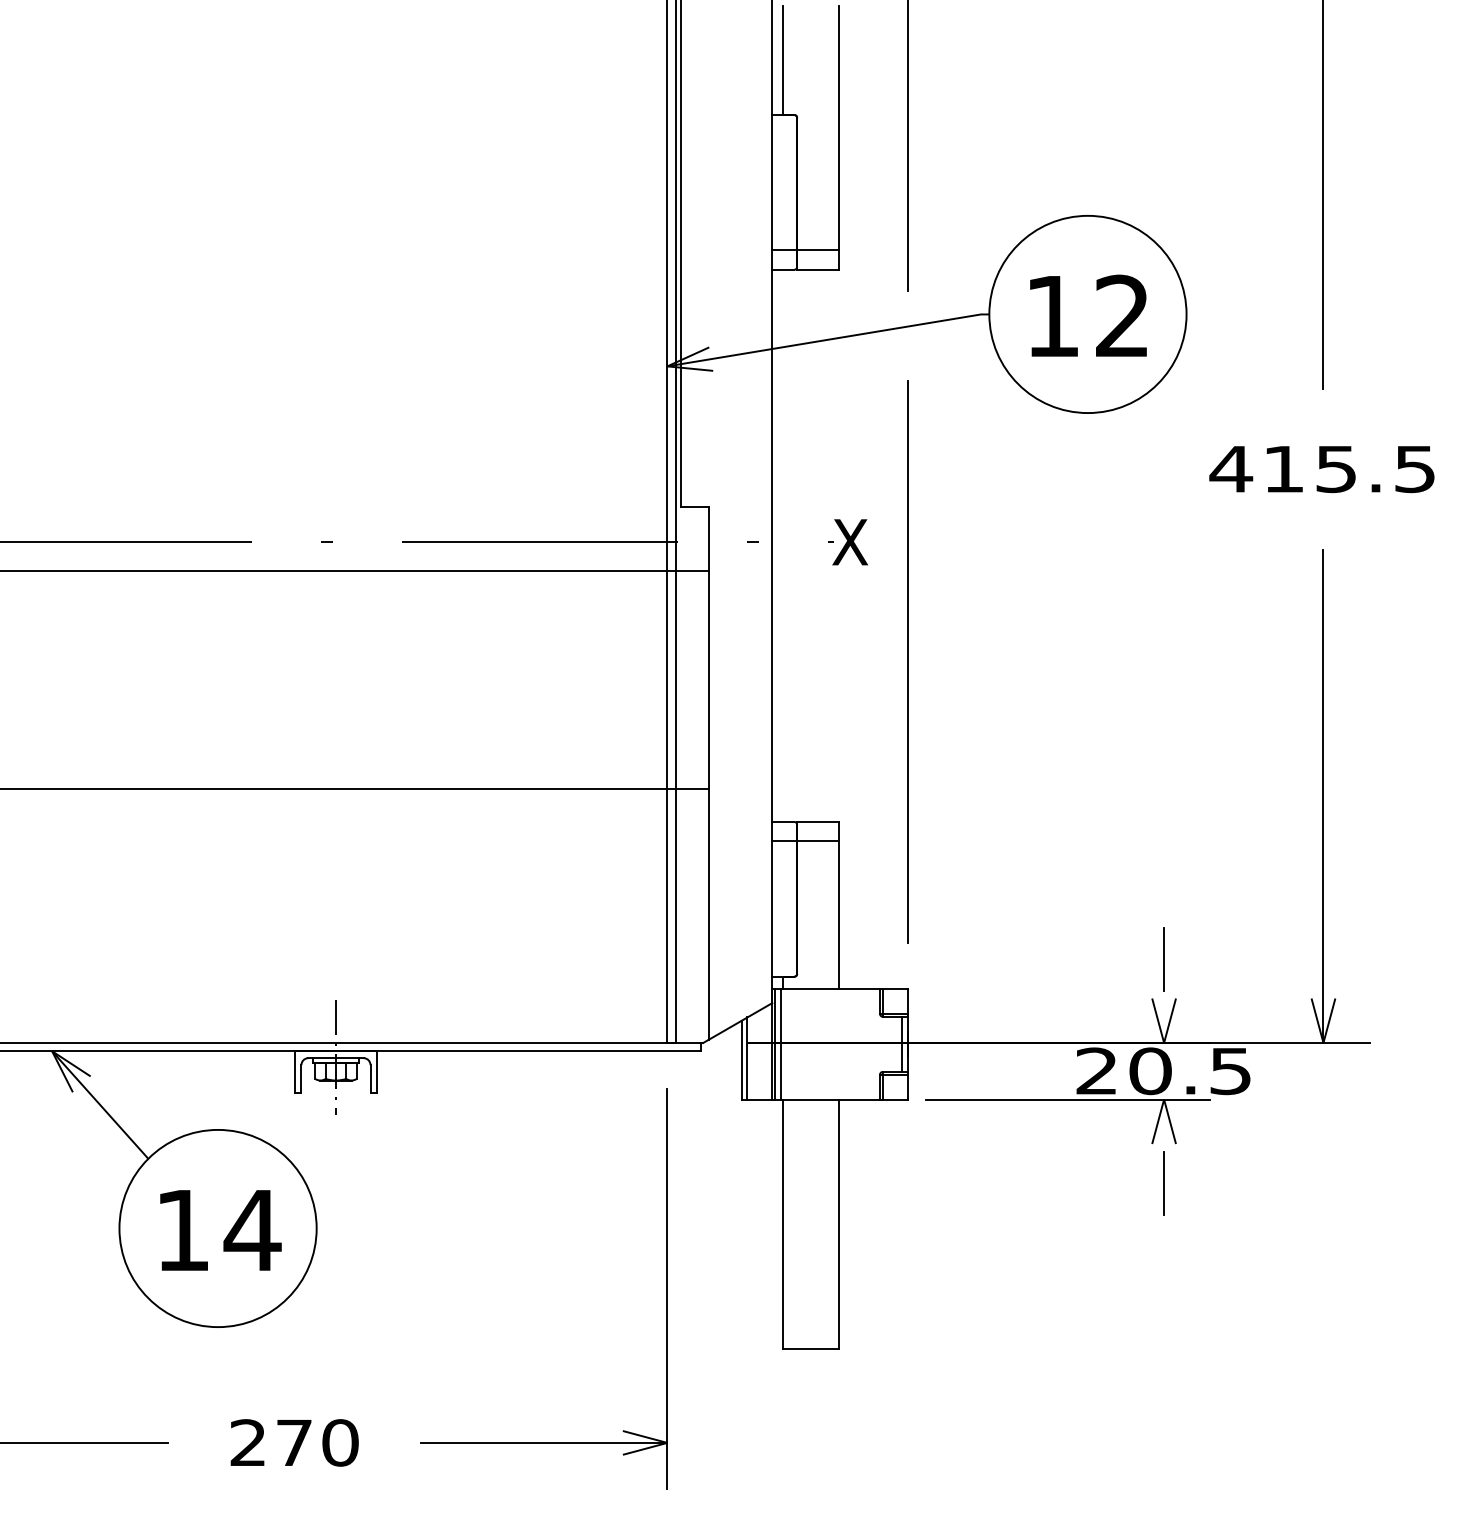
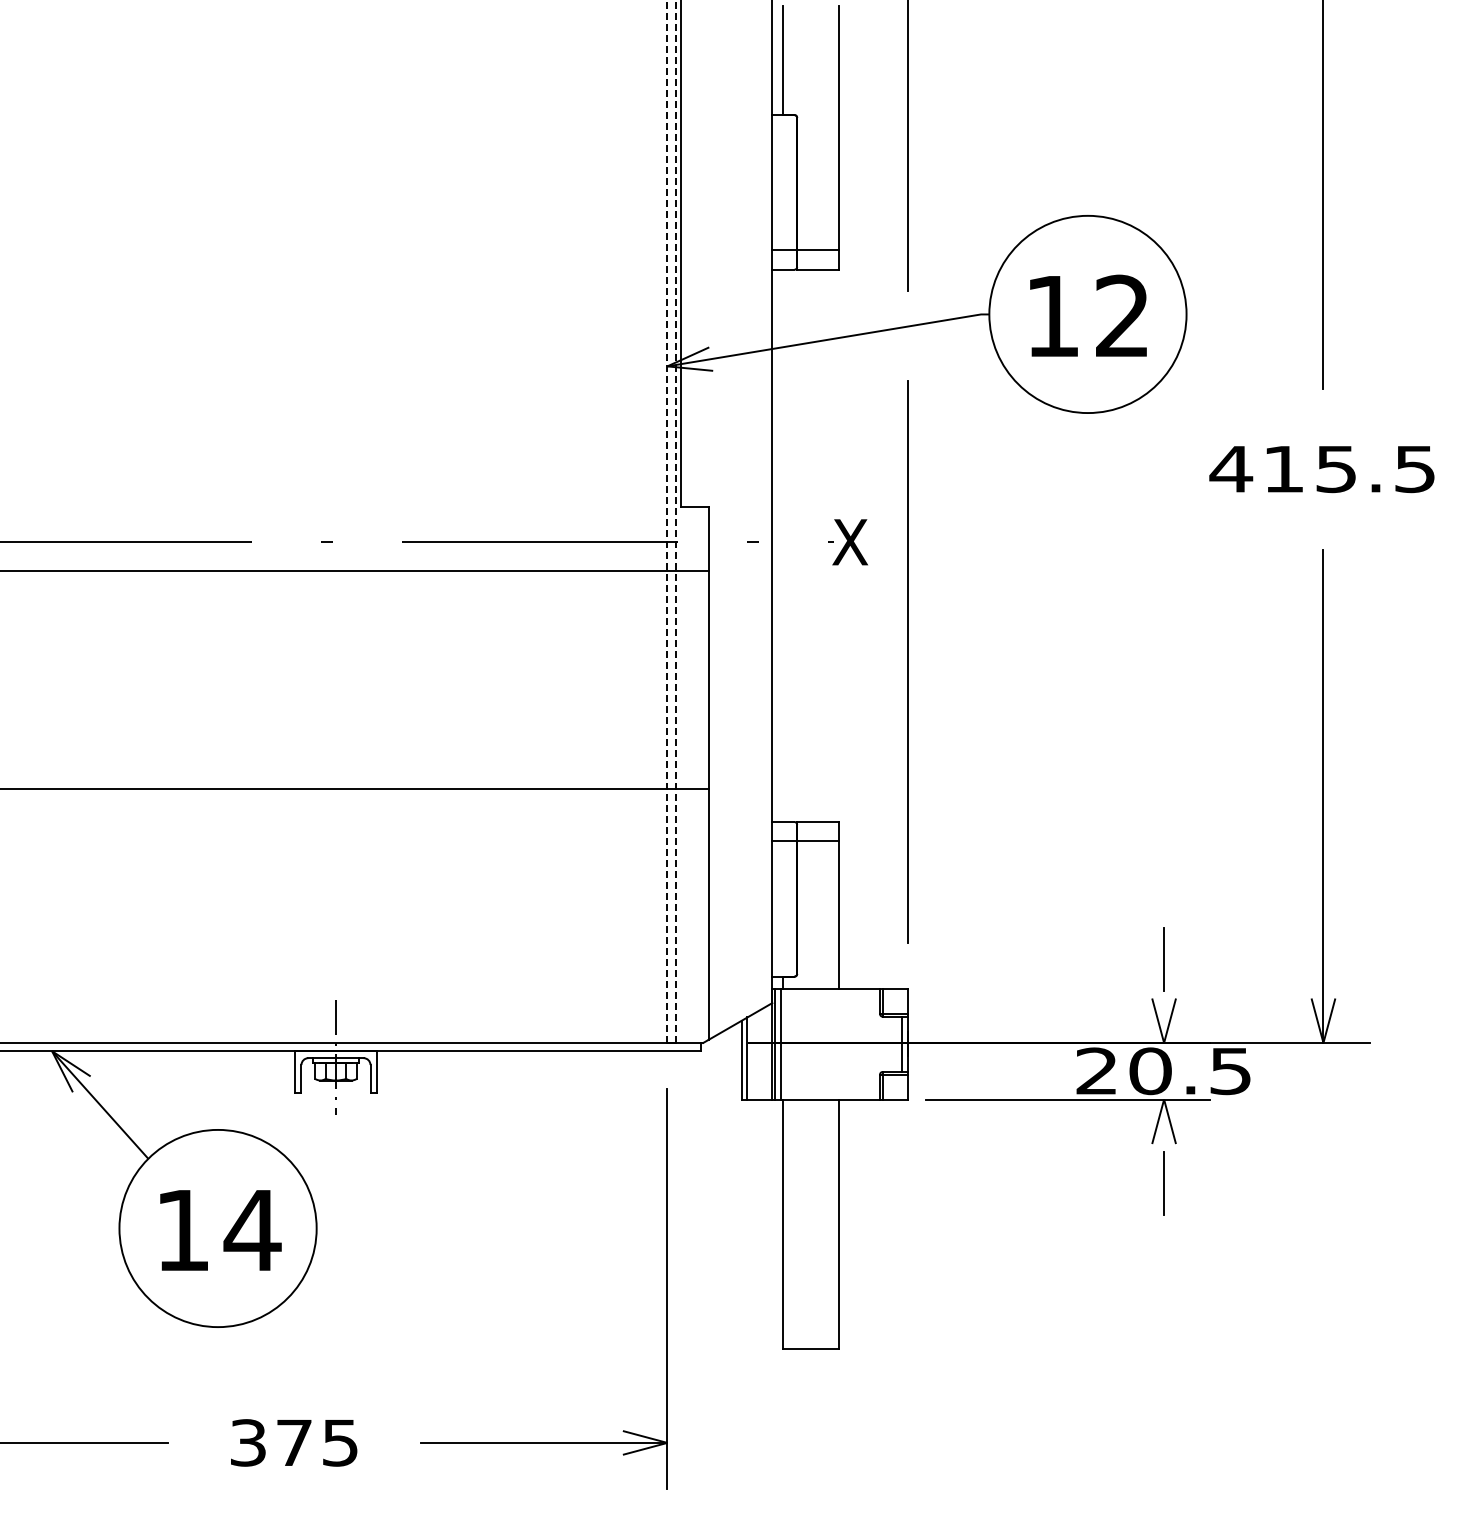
line at (667, 521): solid -> dashed
line at (675, 521): solid -> dashed
text at (294, 1442): 270 -> 375
